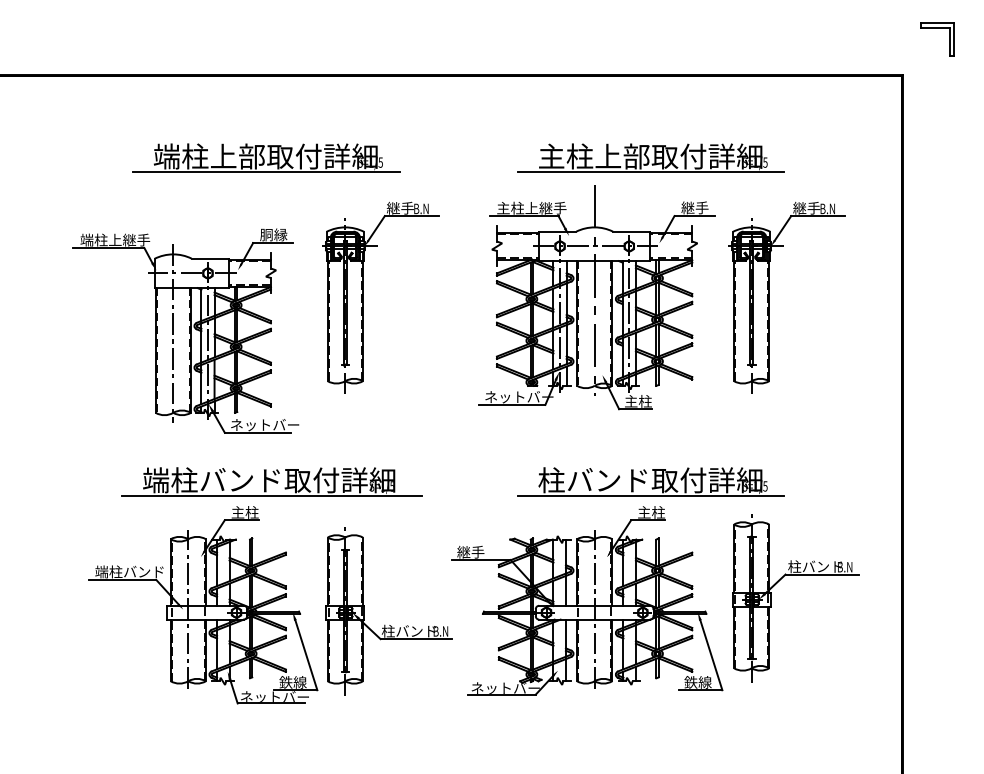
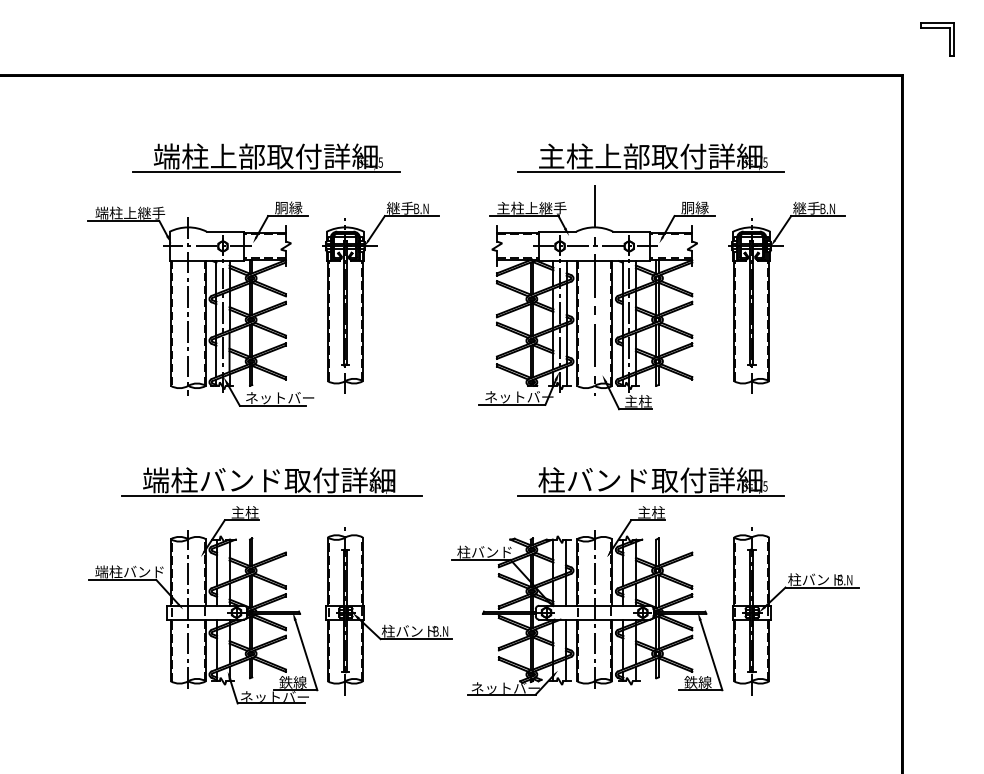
text at (694, 207): 継手 -> 胴縁
part at (185, 330) position: (185, 330) -> (200, 303)
text at (484, 551): 継手 -> 柱バンド
part at (795, 575) position: (795, 575) -> (795, 588)
